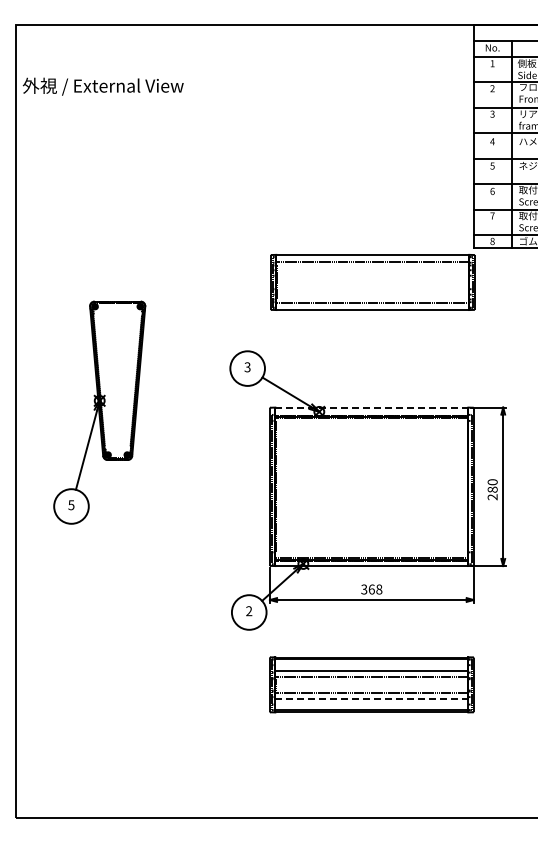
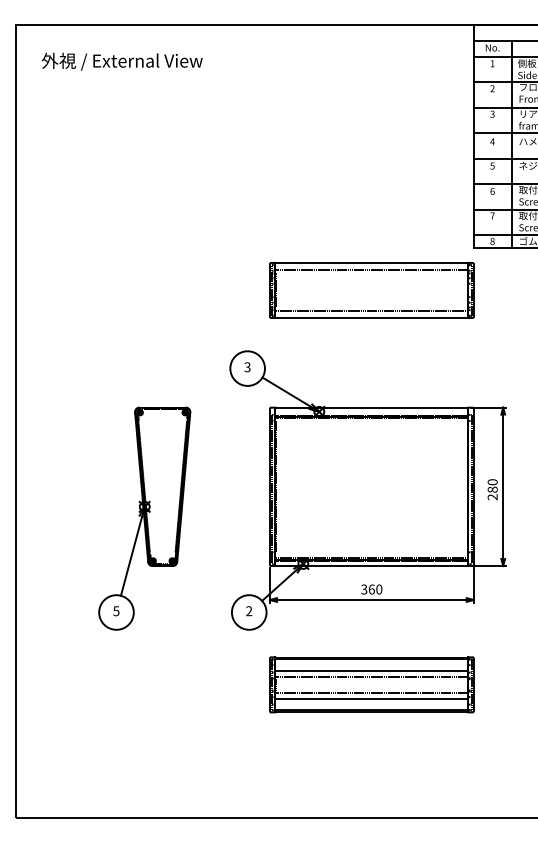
text at (102, 86) position: (102, 86) -> (121, 61)
part at (372, 282) position: (372, 282) -> (371, 290)
line at (371, 407): dashed -> solid
part at (99, 412) position: (99, 412) -> (144, 518)
text at (379, 589): 368 -> 360
line at (371, 699): dashed -> solid
